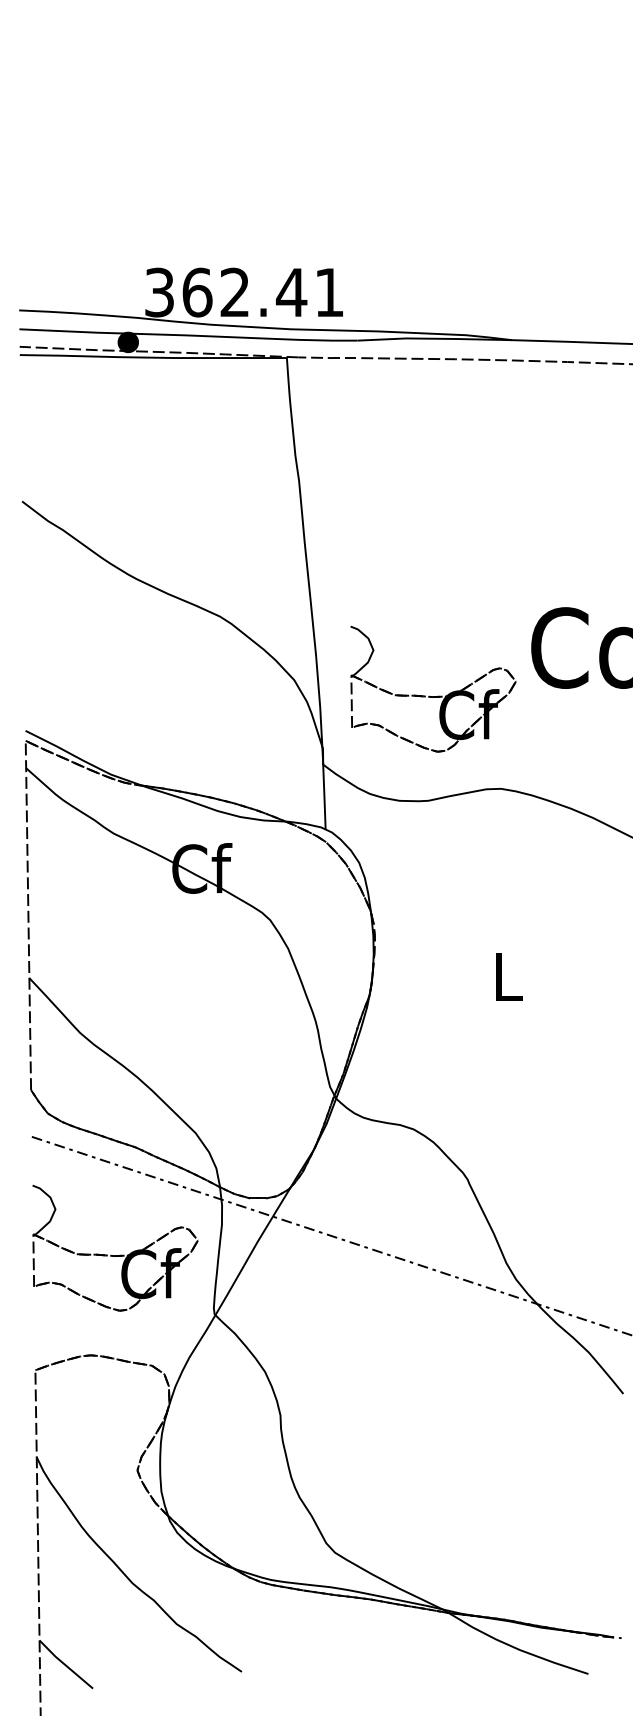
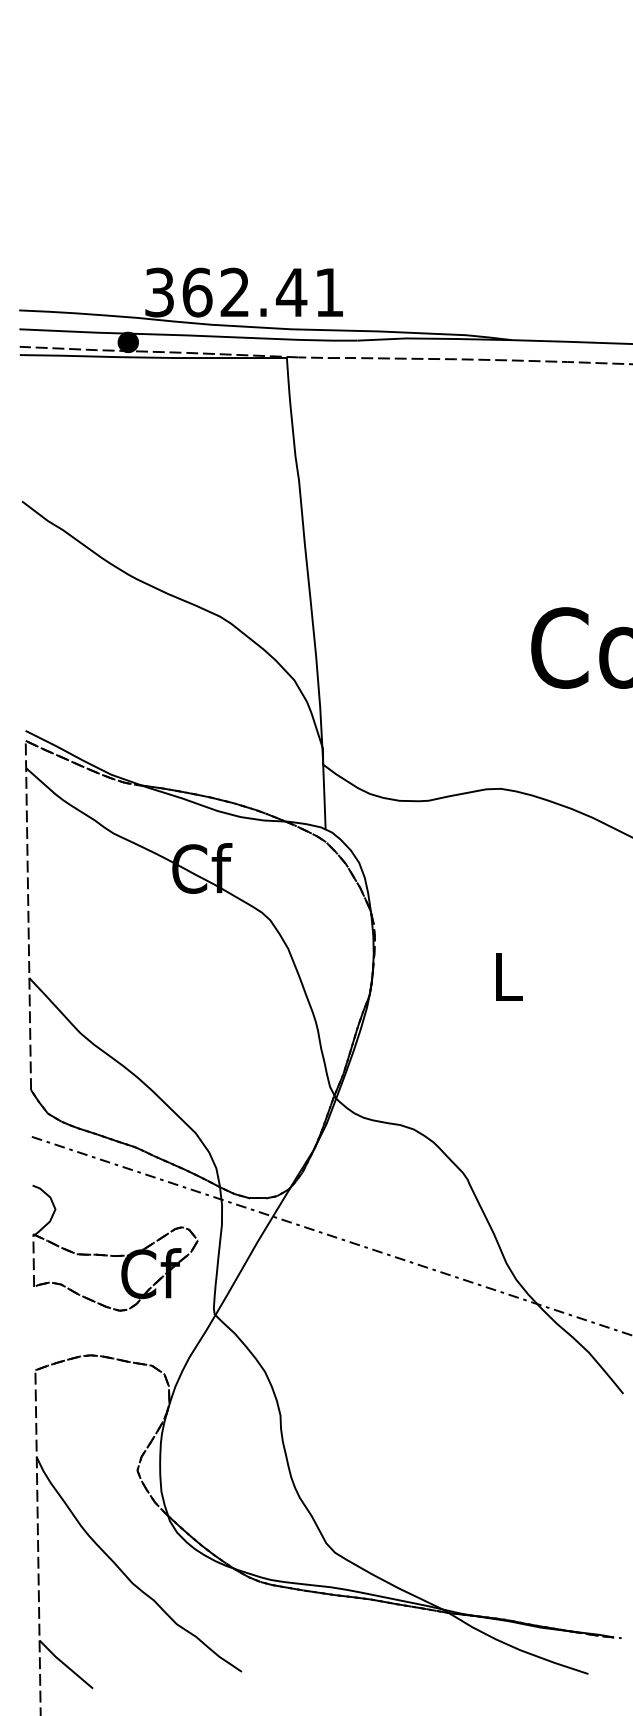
part at (433, 696): present -> none
